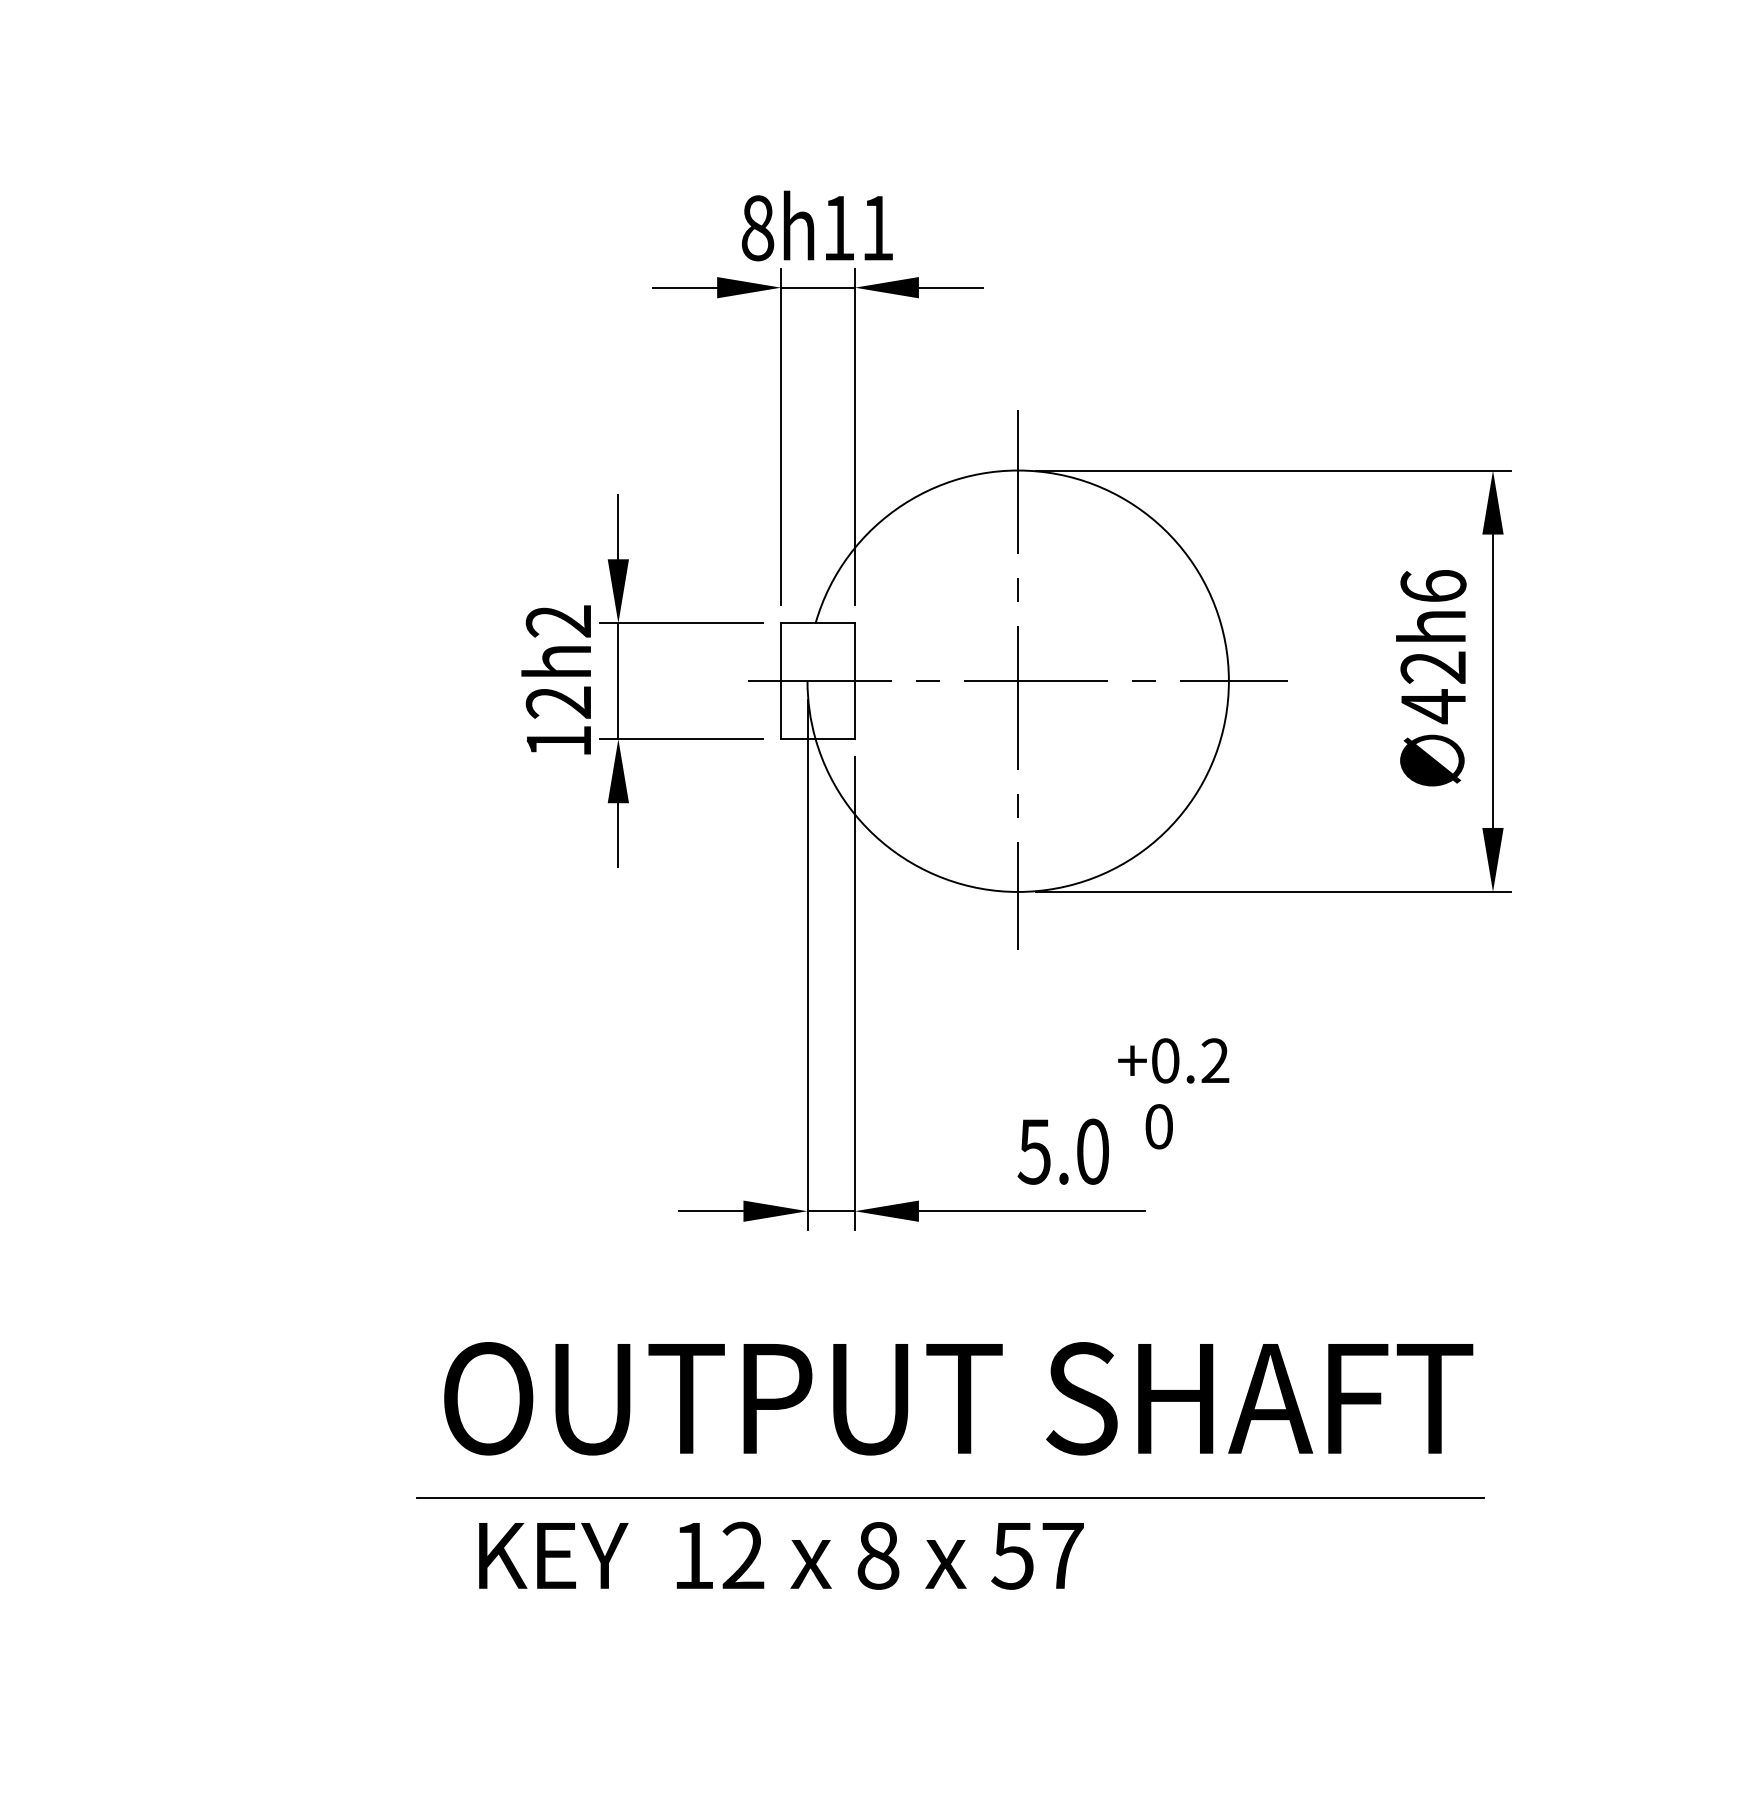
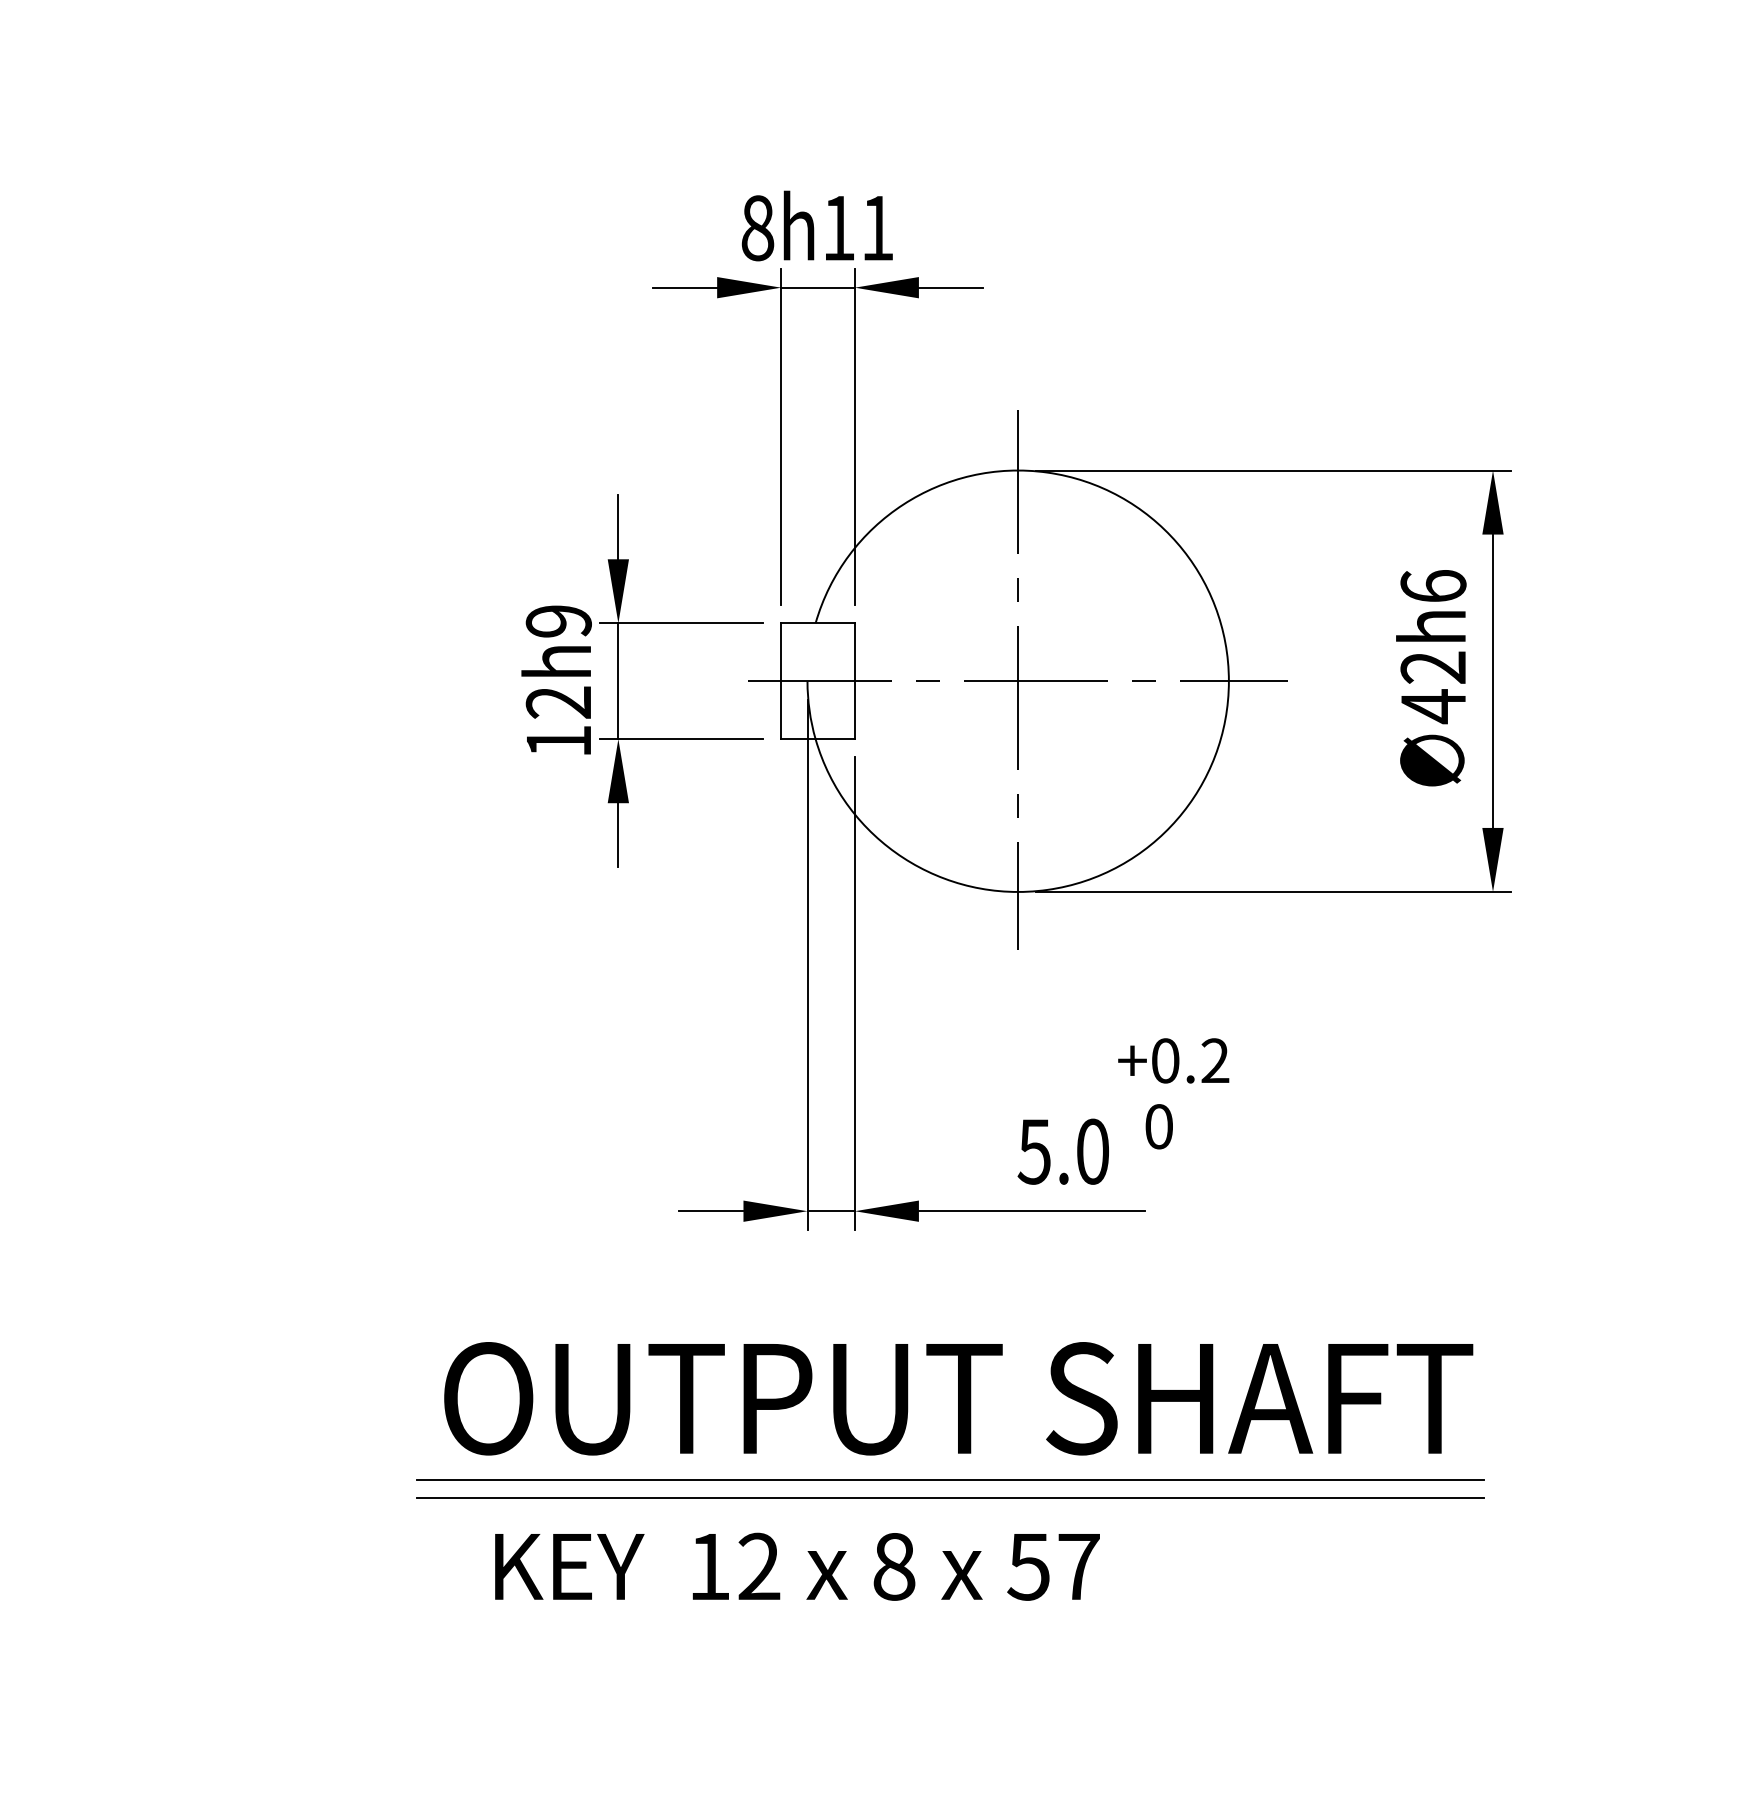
text at (558, 621): 12h2 -> 12h9
line at (950, 1479): none -> present
text at (781, 1555) position: (781, 1555) -> (797, 1566)
